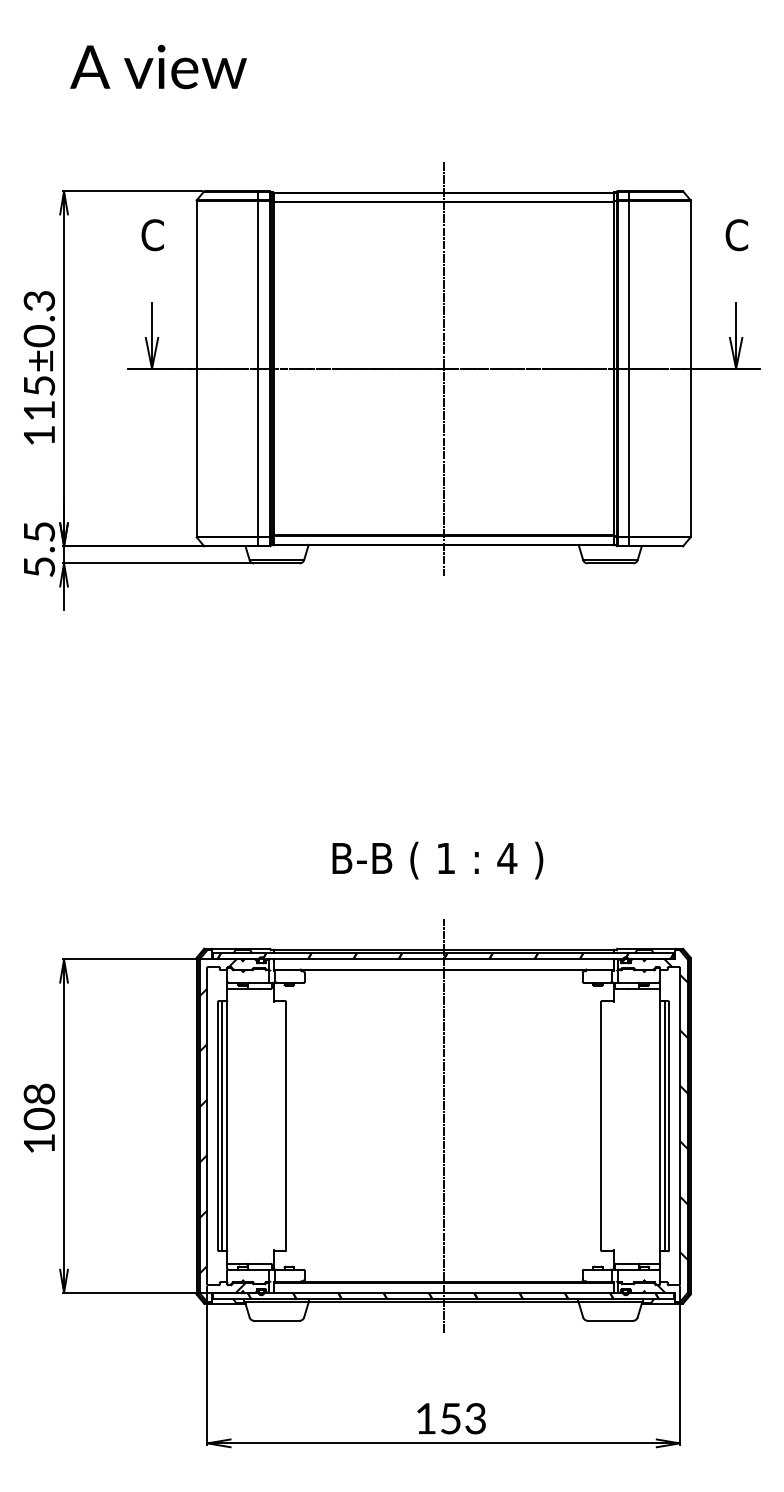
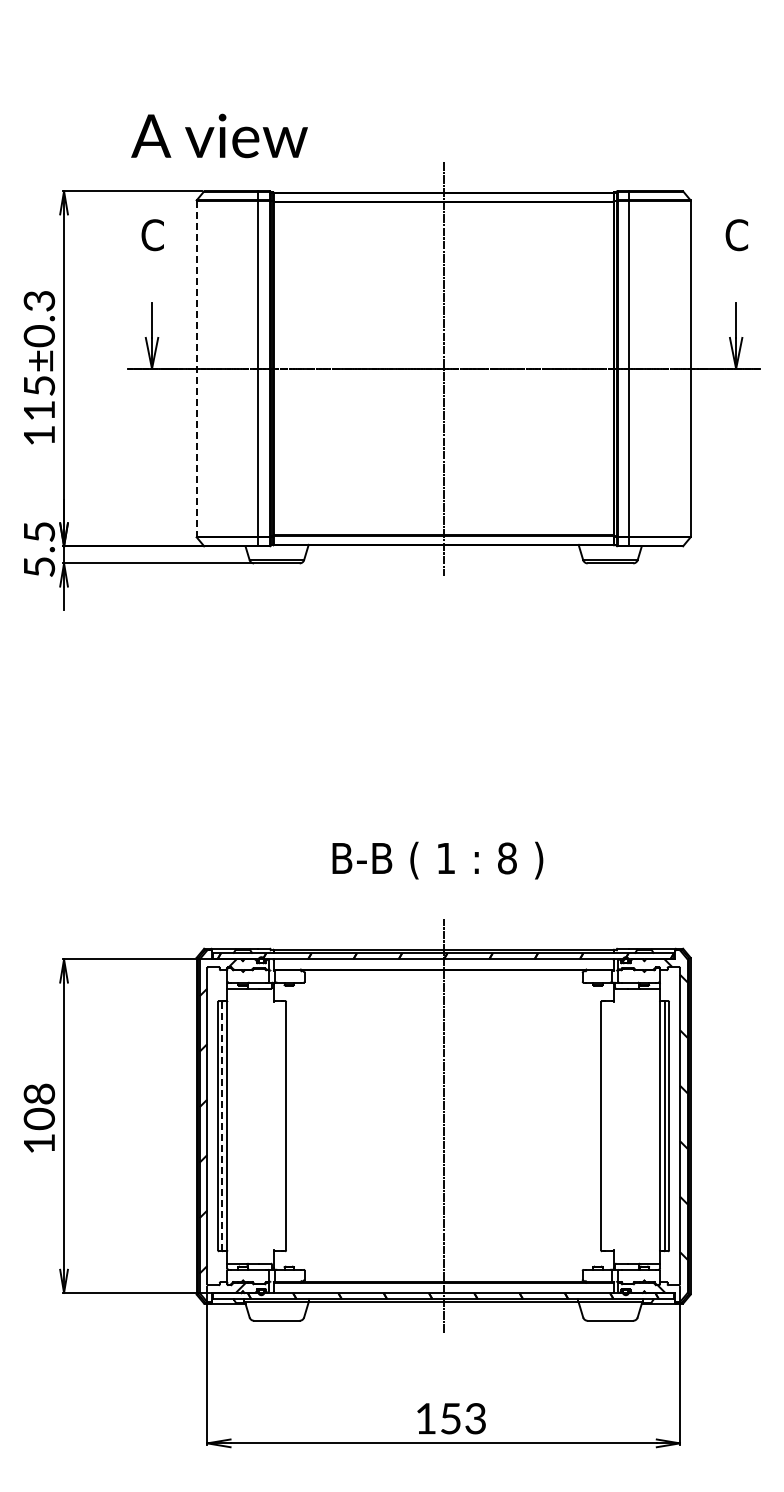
text at (158, 66) position: (158, 66) -> (219, 135)
line at (196, 368): solid -> dashed
text at (507, 858): 4 -> 8
line at (222, 1126): solid -> dashed
